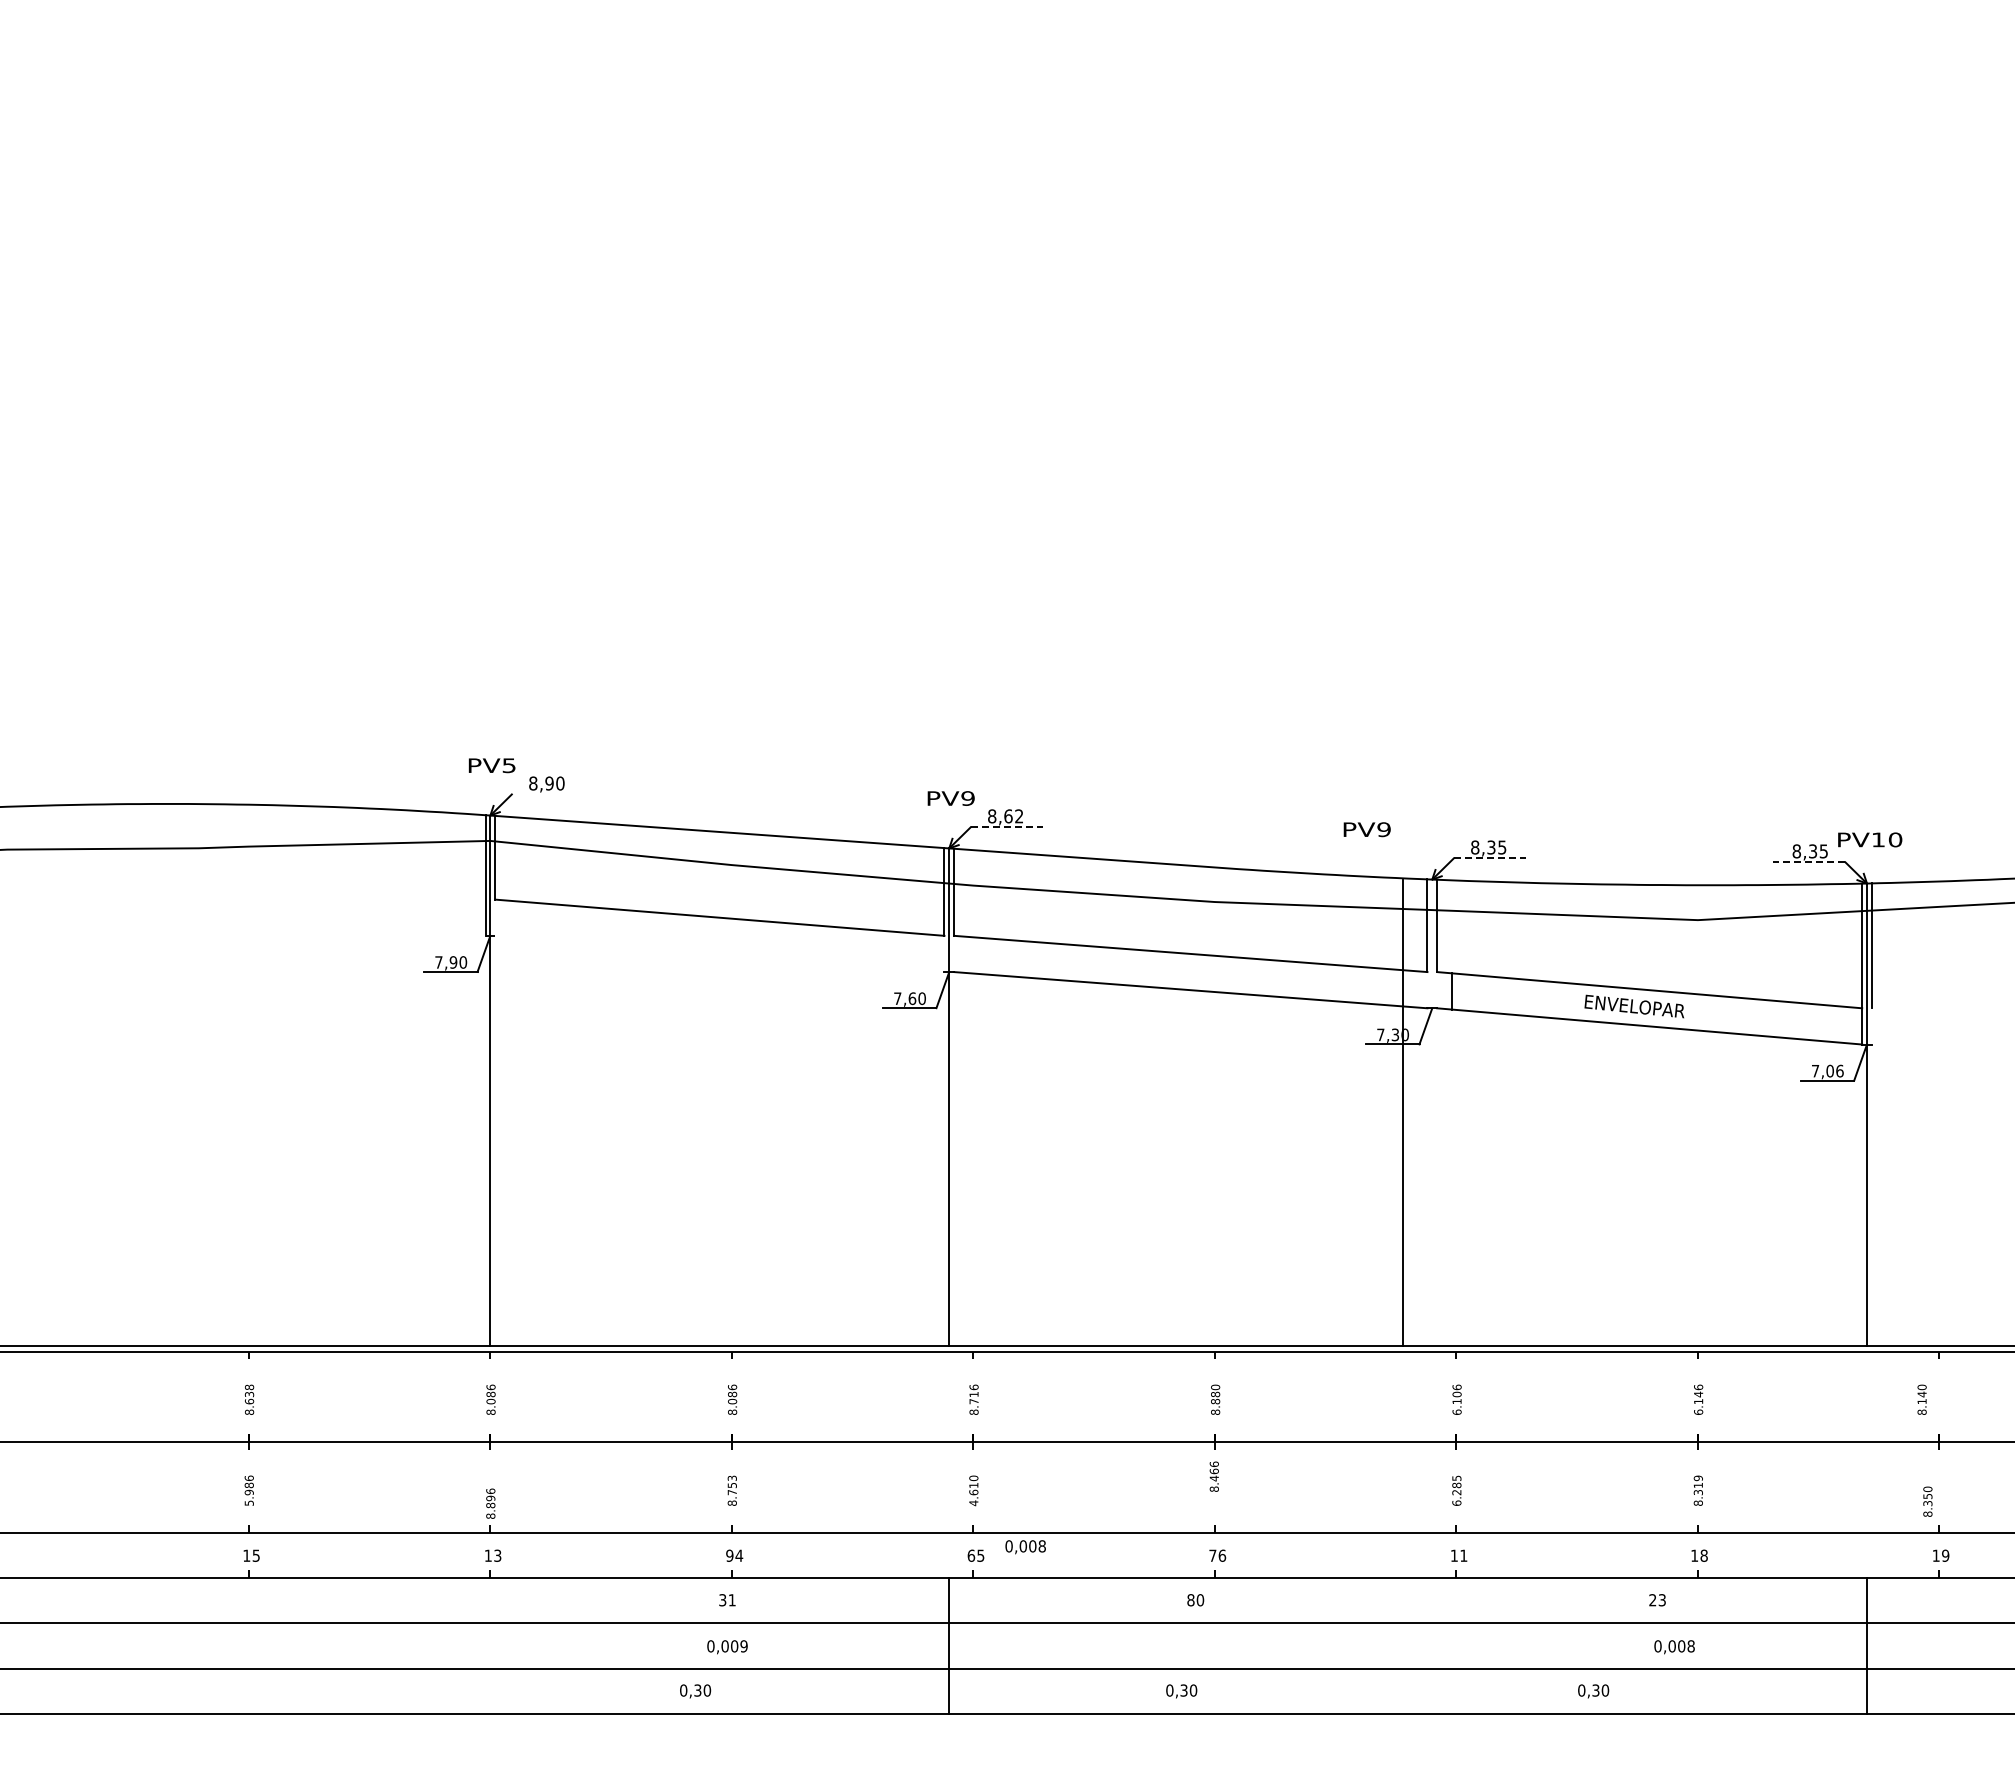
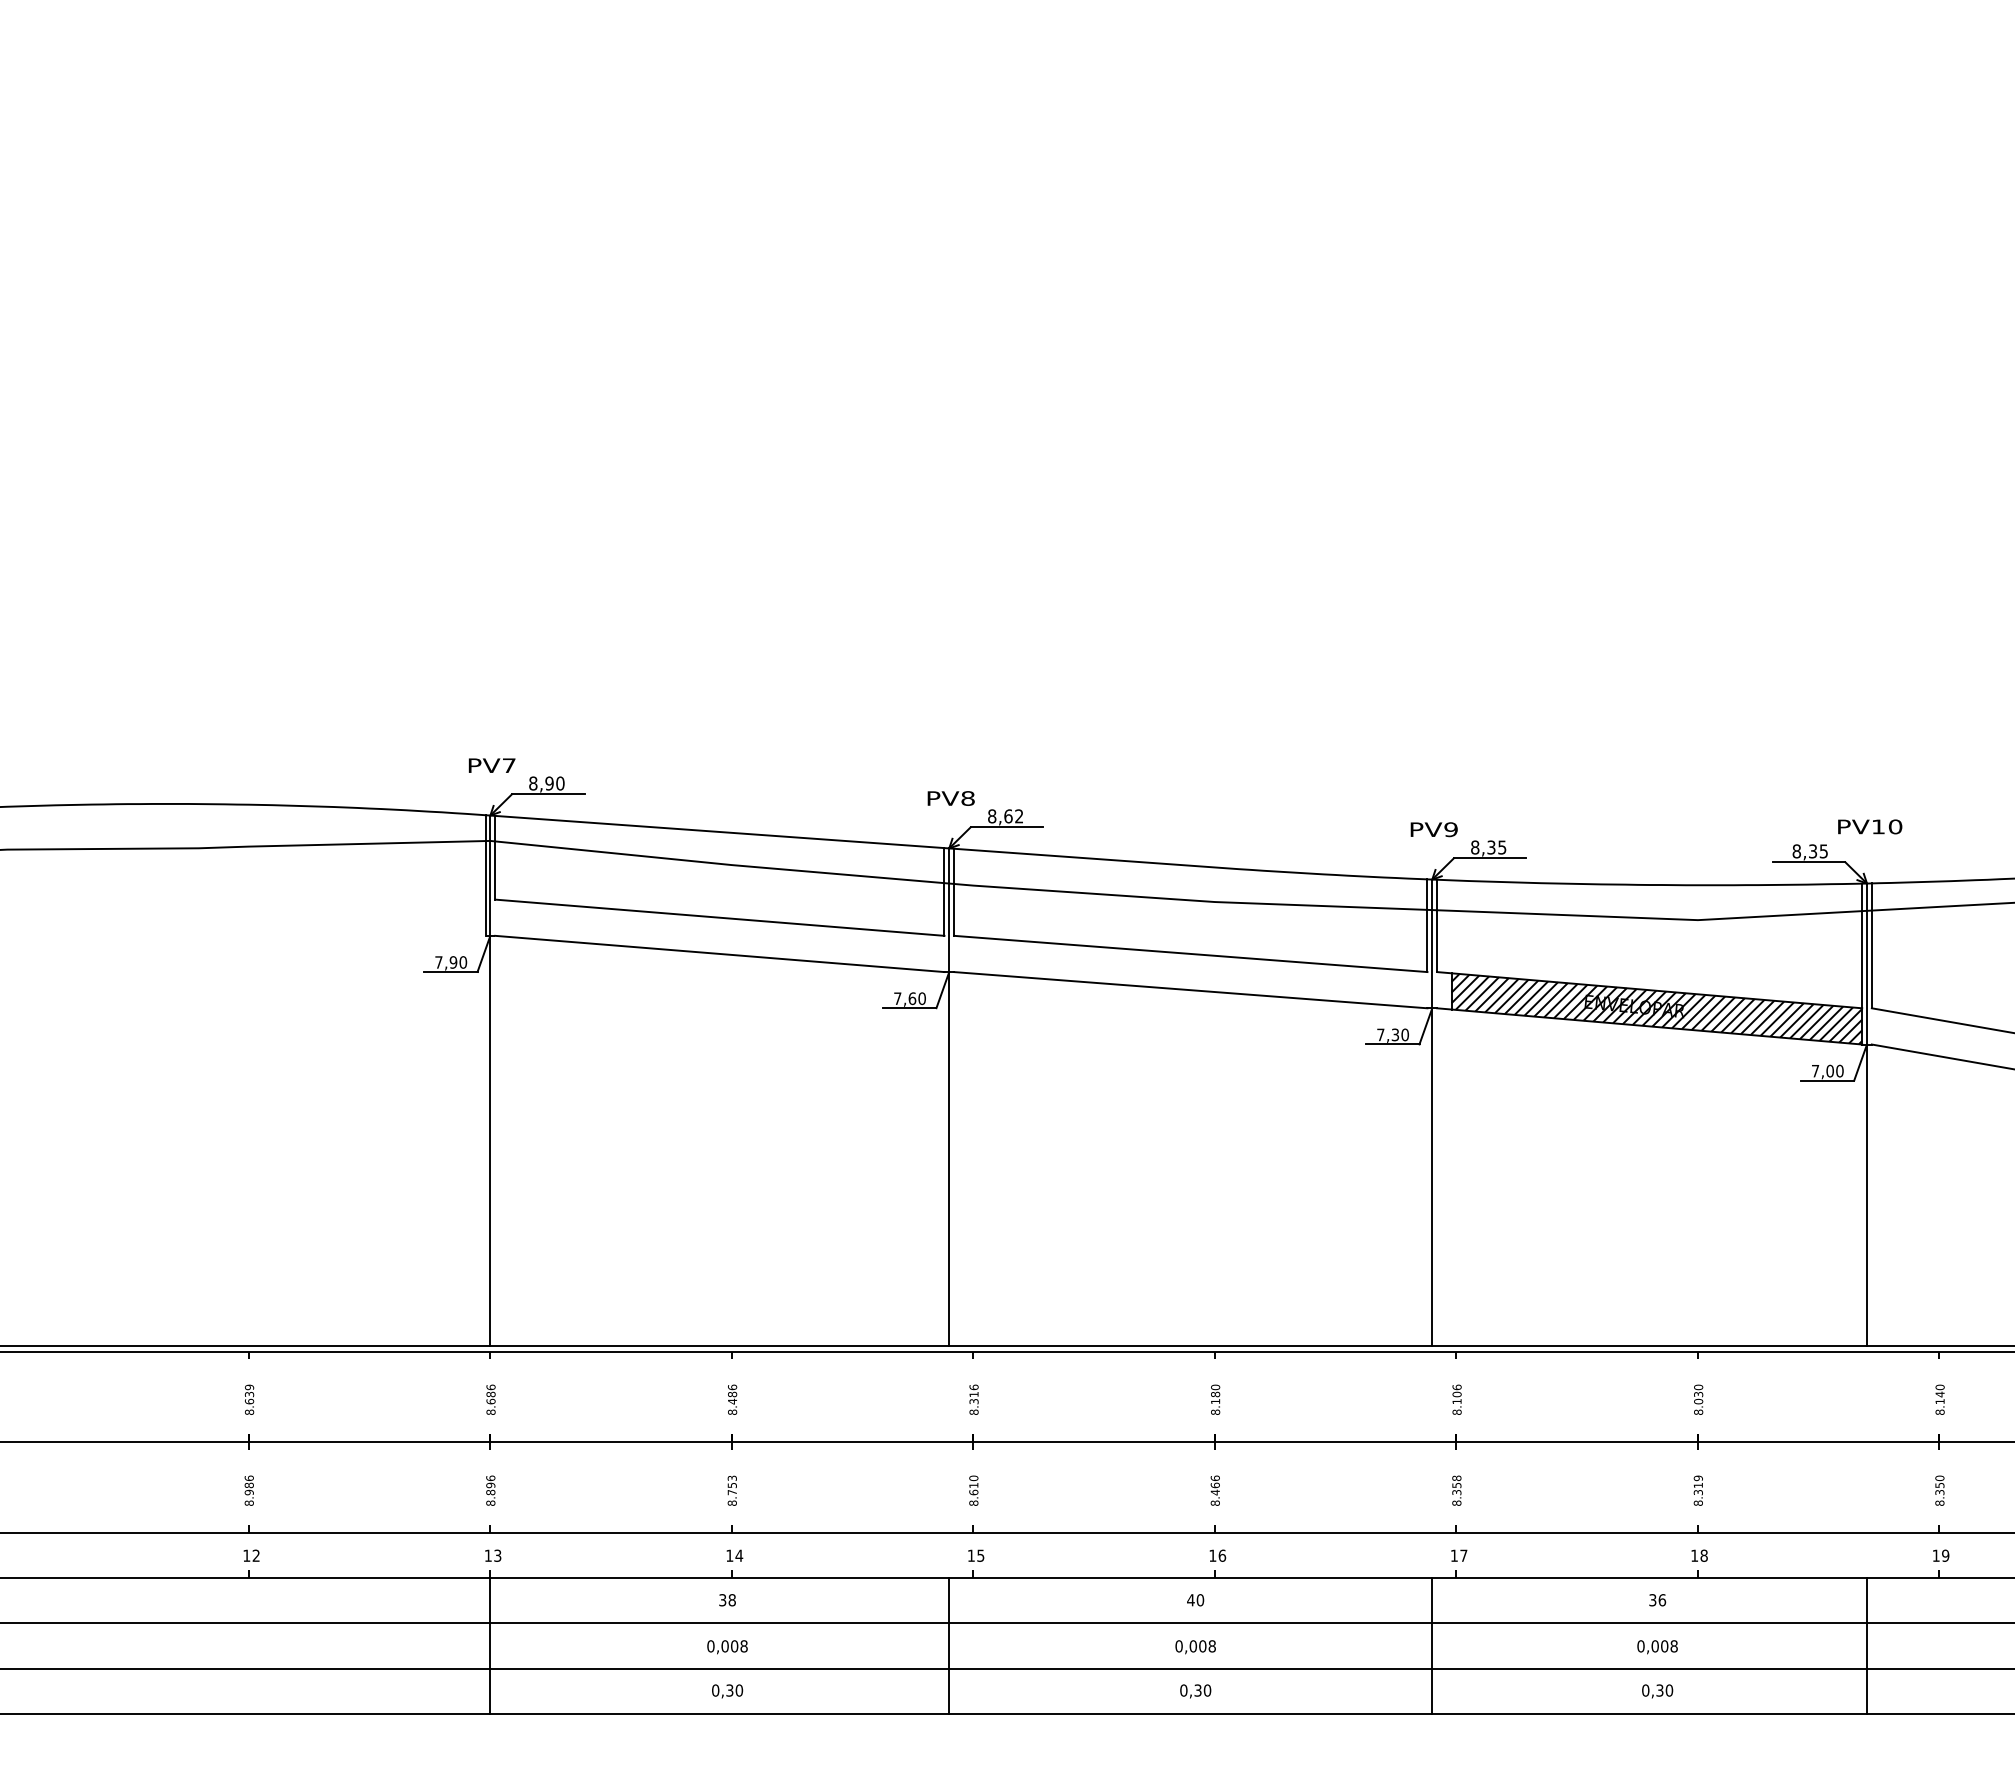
text at (508, 765): PV5 -> PV7
line at (547, 794): none -> present
text at (967, 798): PV9 -> PV8
line at (1007, 827): dashed -> solid
text at (1366, 829) position: (1366, 829) -> (1433, 829)
text at (1870, 839) position: (1870, 839) -> (1870, 826)
line at (1490, 858): dashed -> solid
line at (1808, 862): dashed -> solid
line at (719, 953): none -> present
hatch at (1656, 1008): none -> present
line at (1941, 1020): none -> present
line at (1941, 1056): none -> present
text at (1839, 1070): 7,06 -> 7,00
line at (1403, 1112) position: (1403, 1112) -> (1432, 1112)
text at (249, 1387): 8.638 -> 8.639
text at (1698, 1399): 6.146 -> 8.030
text at (1921, 1399) position: (1921, 1399) -> (1939, 1399)
text at (490, 1401): 8.086 -> 8.686
text at (732, 1401): 8.086 -> 8.486
text at (973, 1401): 8.716 -> 8.316
text at (1215, 1401): 8.880 -> 8.180
text at (1456, 1411): 6.106 -> 8.106
text at (1213, 1476) position: (1213, 1476) -> (1214, 1490)
text at (1456, 1490): 6.285 -> 8.358
text at (1927, 1501) position: (1927, 1501) -> (1939, 1490)
text at (248, 1502): 5.986 -> 8.986
text at (490, 1503) position: (490, 1503) -> (490, 1490)
text at (973, 1503): 4.610 -> 8.610
text at (1025, 1547) position: (1025, 1547) -> (1195, 1647)
text at (255, 1555): 15 -> 12
text at (729, 1555): 94 -> 14
text at (971, 1555): 65 -> 15
text at (1212, 1555): 76 -> 16
text at (1463, 1555): 11 -> 17
text at (731, 1600): 31 -> 38
text at (1190, 1600): 80 -> 40
text at (1657, 1600): 23 -> 36
line at (490, 1645): none -> present
line at (1432, 1645): none -> present
text at (743, 1646): 0,009 -> 0,008
text at (1674, 1647) position: (1674, 1647) -> (1657, 1647)
text at (695, 1691) position: (695, 1691) -> (727, 1691)
text at (1181, 1691) position: (1181, 1691) -> (1195, 1691)
text at (1593, 1691) position: (1593, 1691) -> (1657, 1691)
